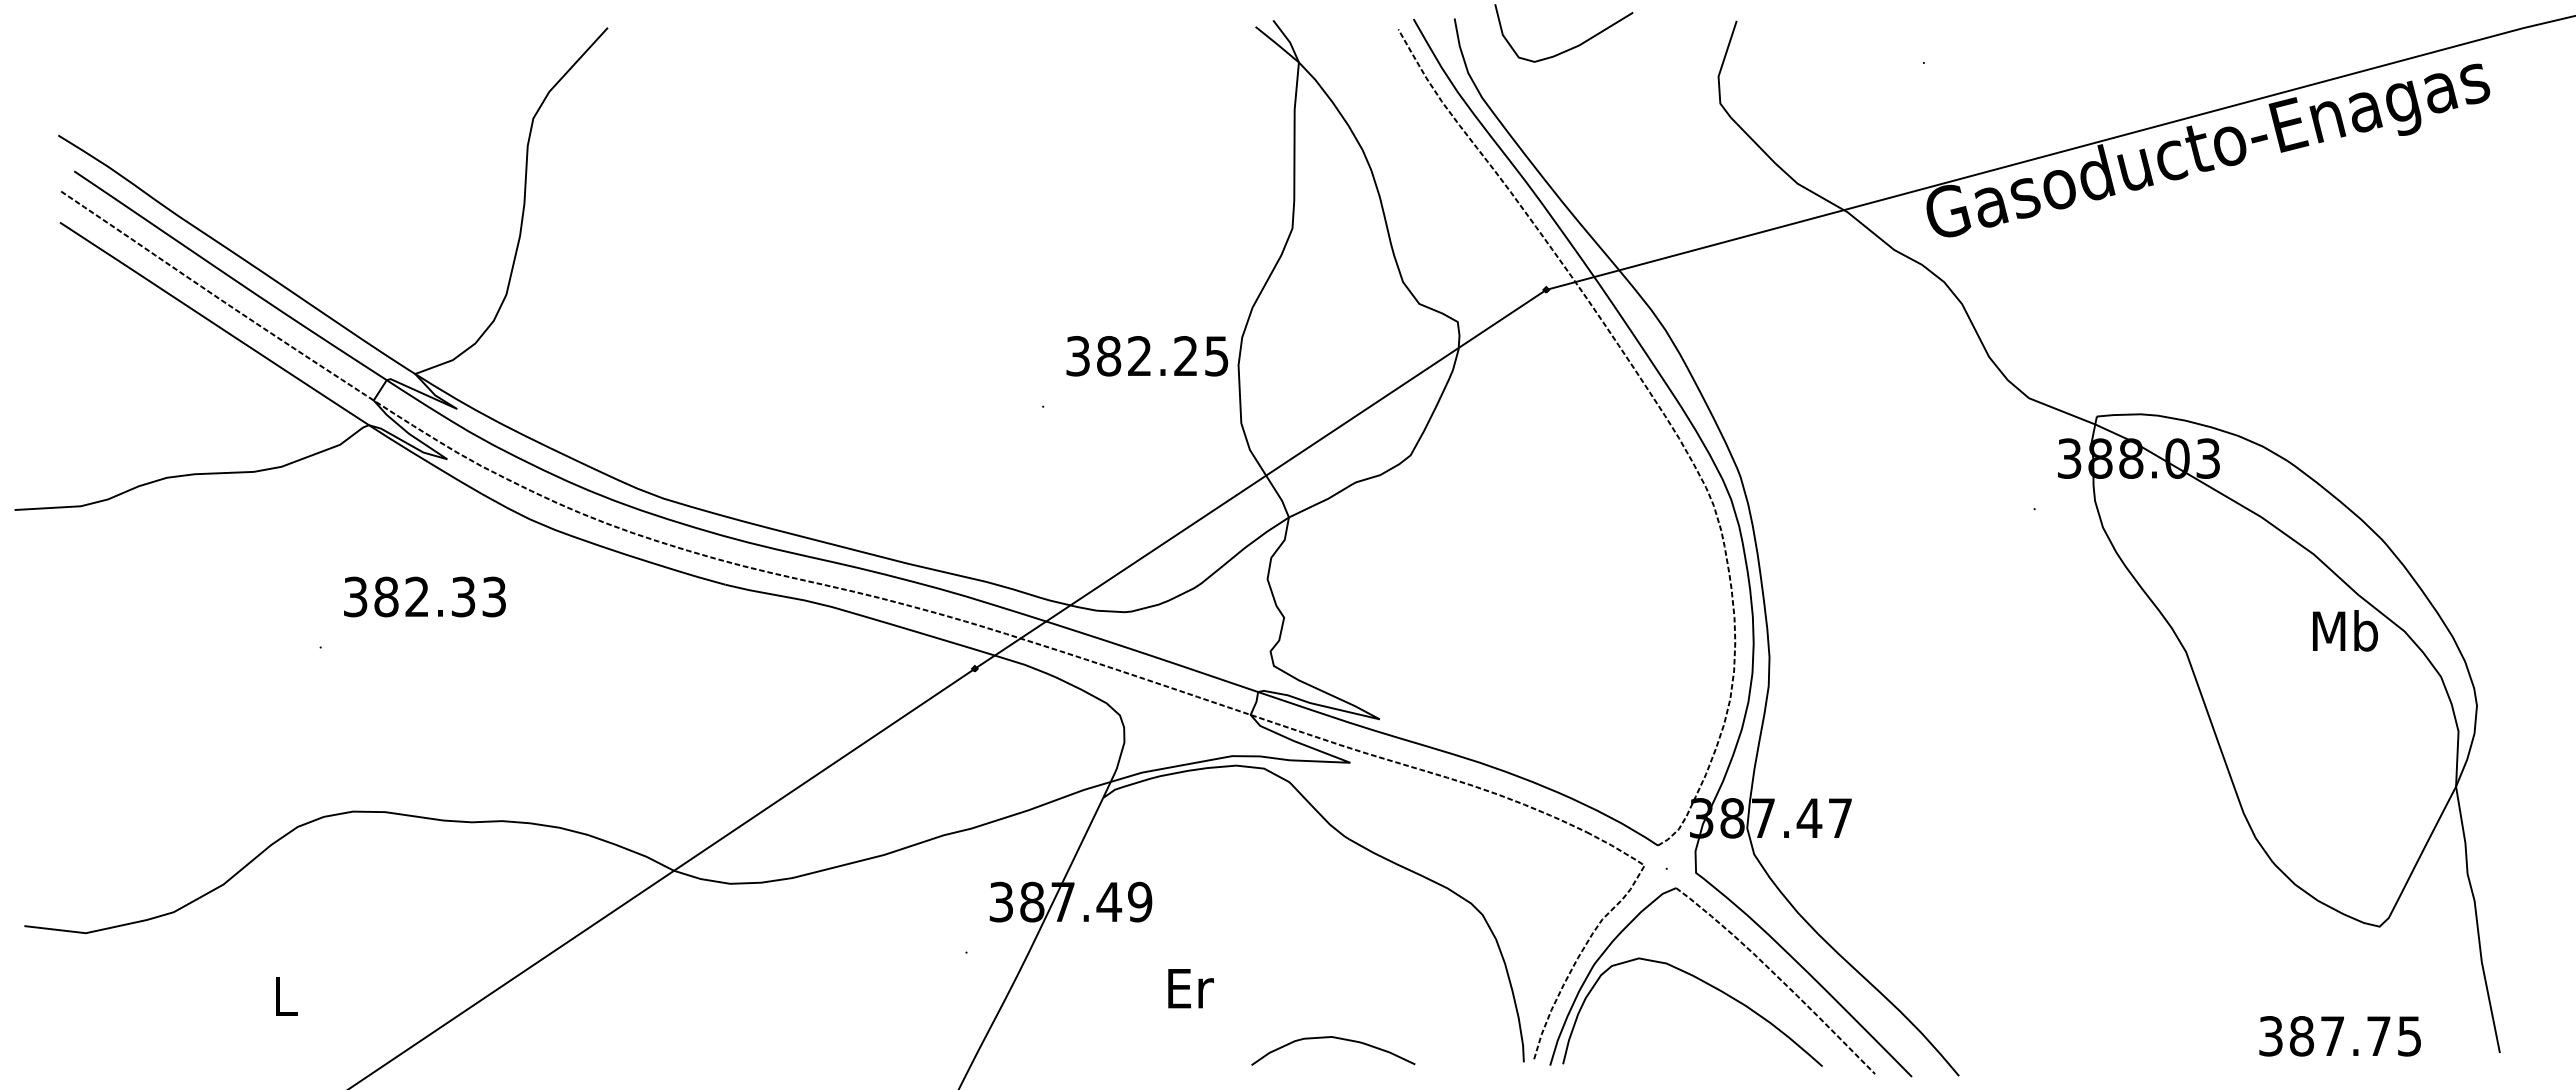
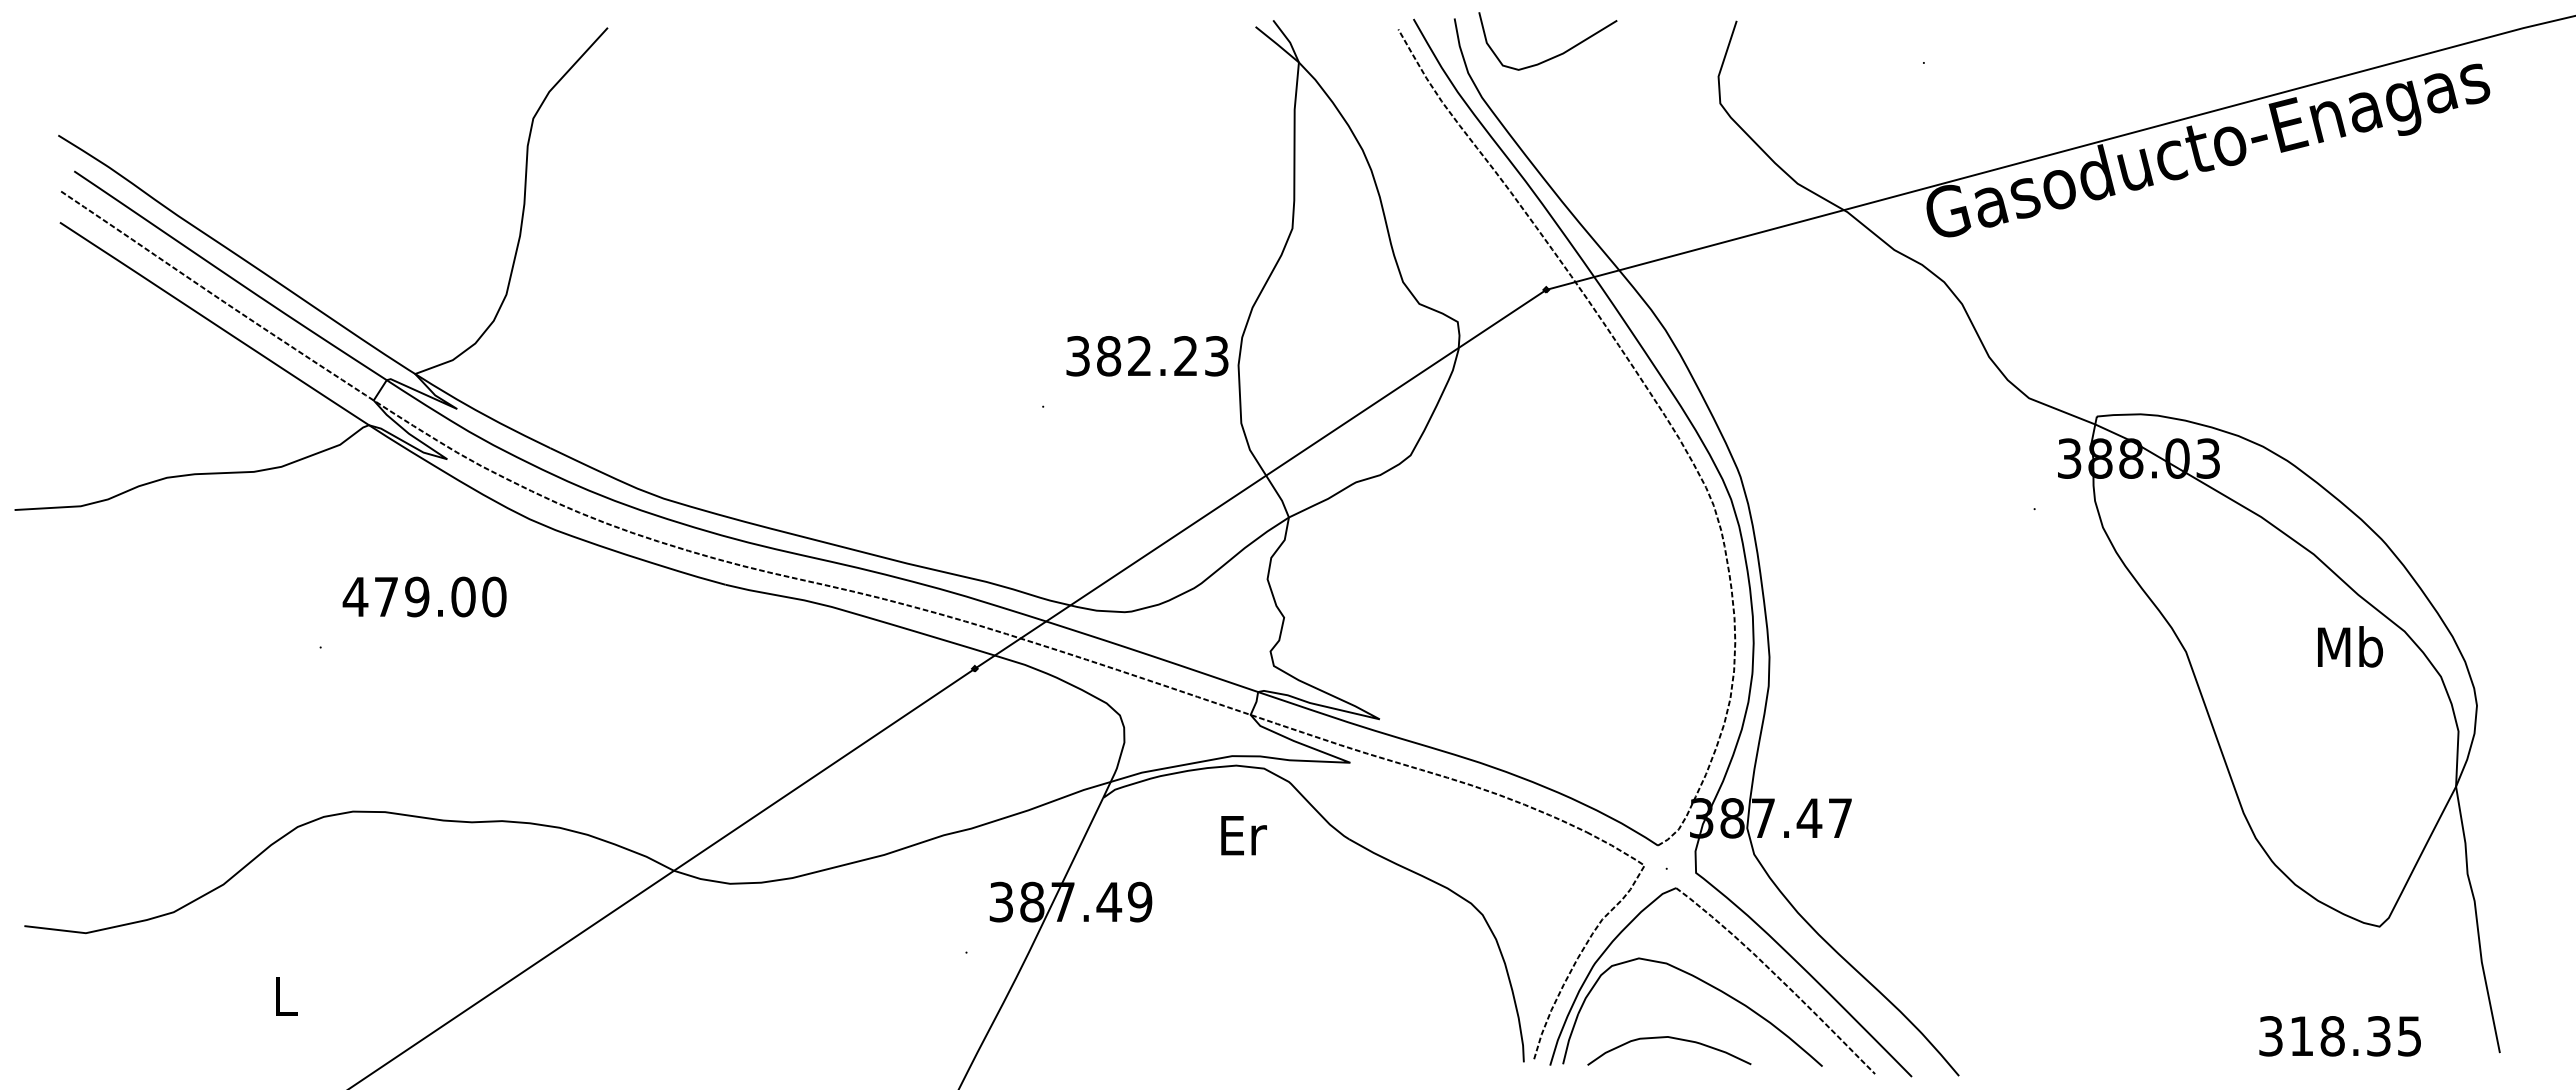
curve at (1571, 47) position: (1571, 47) -> (1555, 55)
text at (1217, 355): 382.25 -> 382.23
text at (424, 596): 382.33 -> 479.00
text at (2345, 630) position: (2345, 630) -> (2350, 646)
text at (1190, 988) position: (1190, 988) -> (1243, 835)
text at (2339, 1036): 387.75 -> 318.35
curve at (1333, 1038) position: (1333, 1038) -> (1669, 1038)
